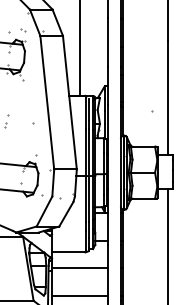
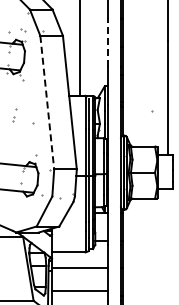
line at (107, 42): solid -> dashed
line at (47, 103): solid -> dashed
part at (6, 121) position: (6, 121) -> (14, 115)
line at (168, 245): present -> none
line at (79, 295) position: (79, 295) -> (79, 290)
